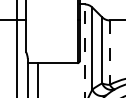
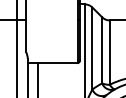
line at (84, 51): dashed -> solid
line at (109, 53): dashed -> solid
